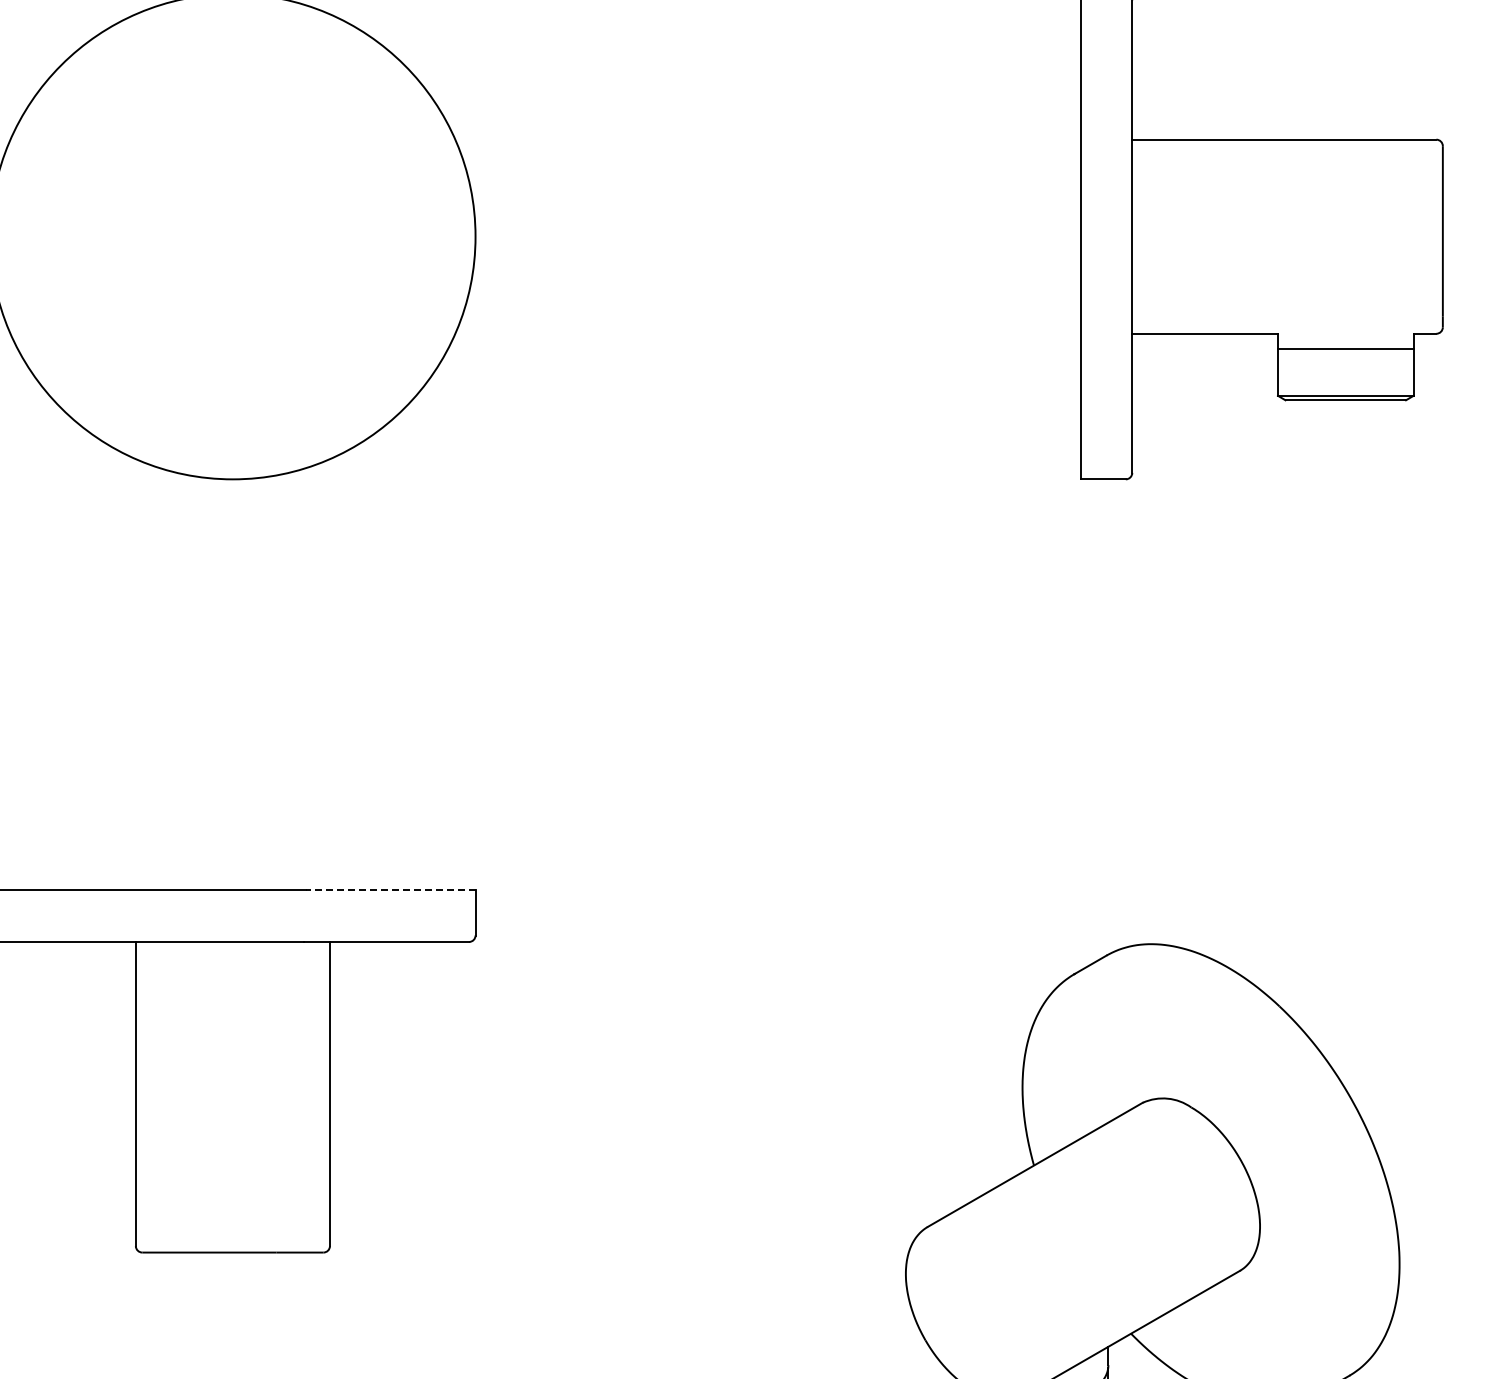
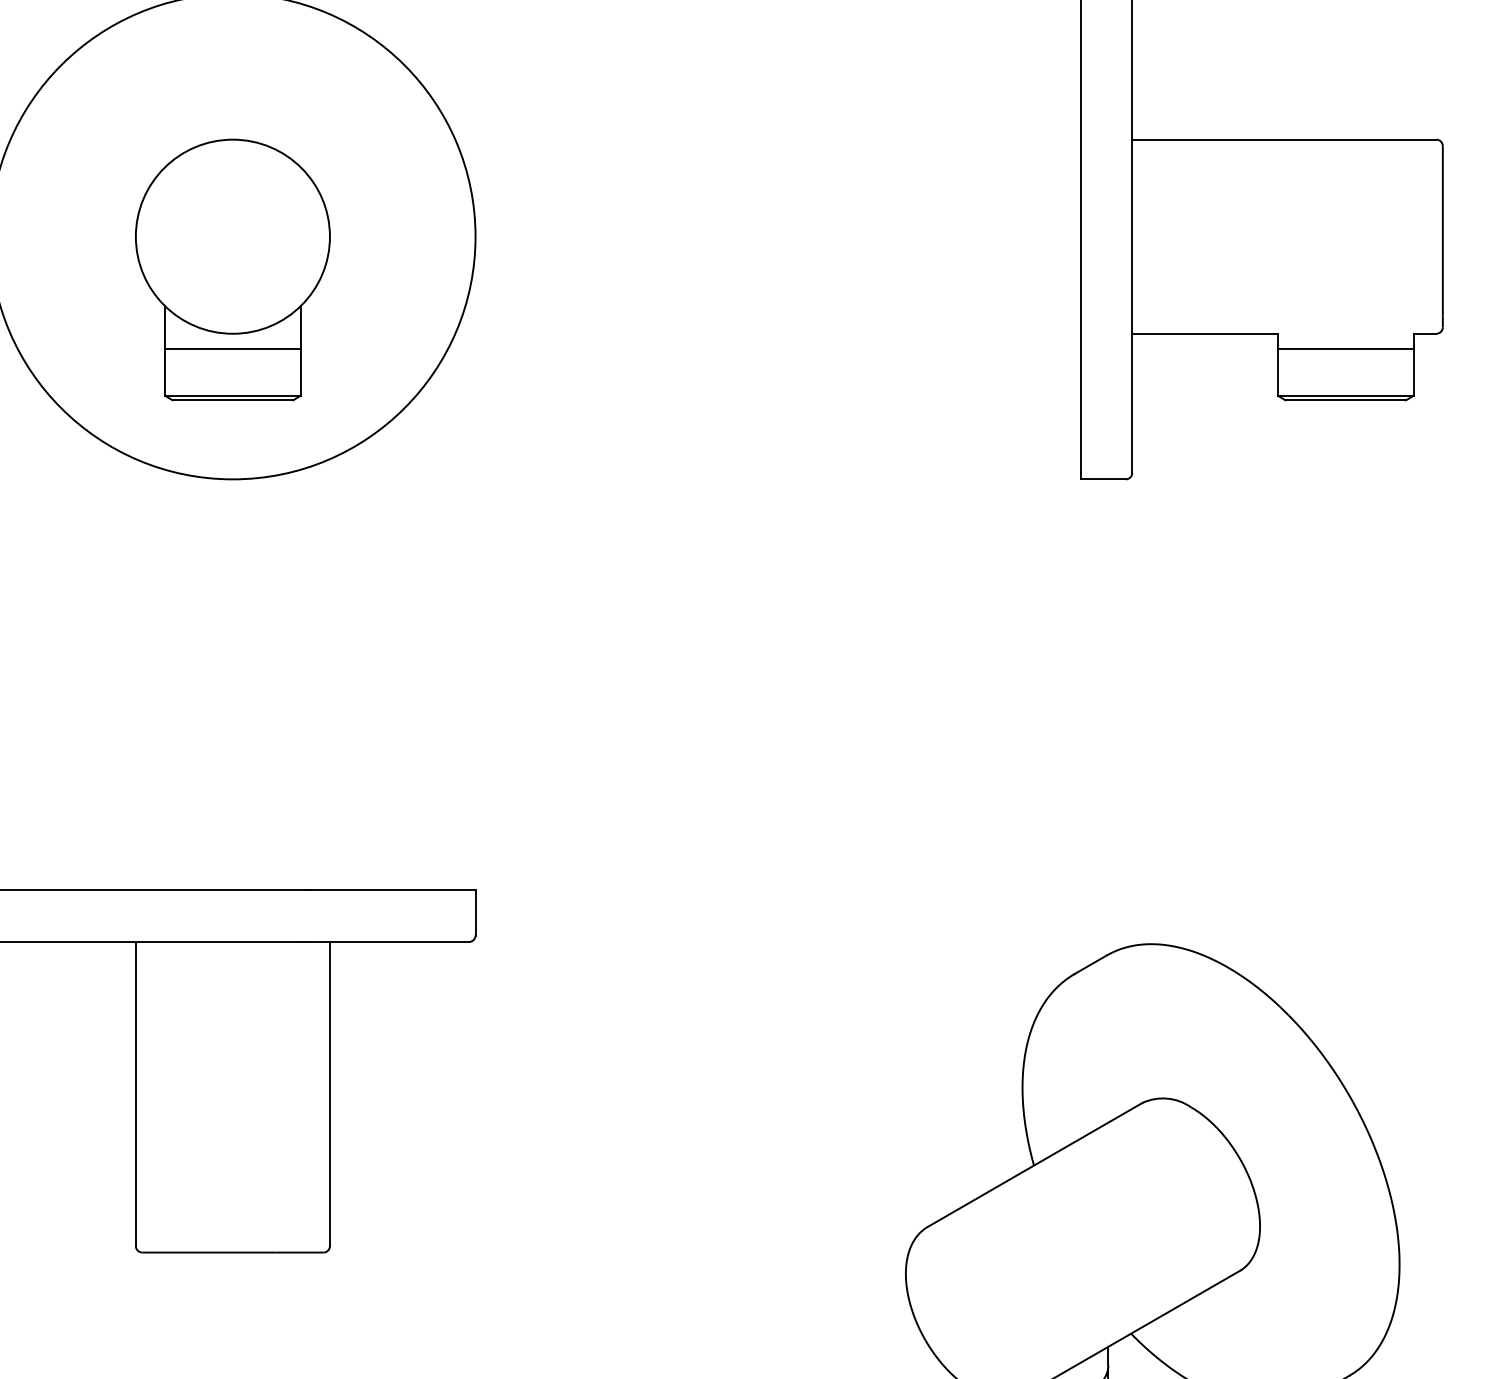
part at (232, 269): none -> present
line at (390, 890): dashed -> solid
